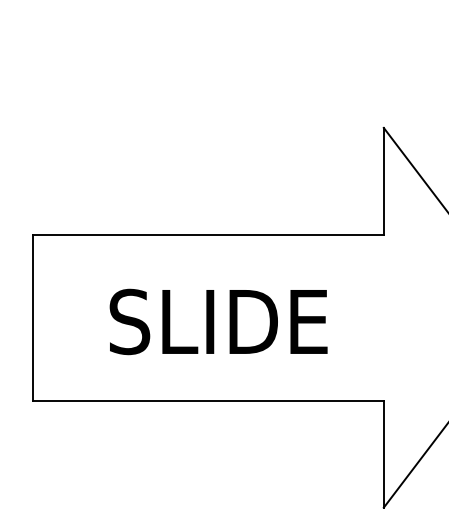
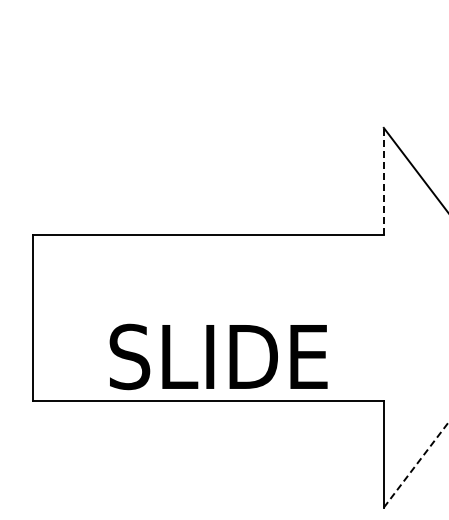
line at (383, 180): solid -> dashed
text at (218, 321) position: (218, 321) -> (218, 356)
line at (416, 464): solid -> dashed
